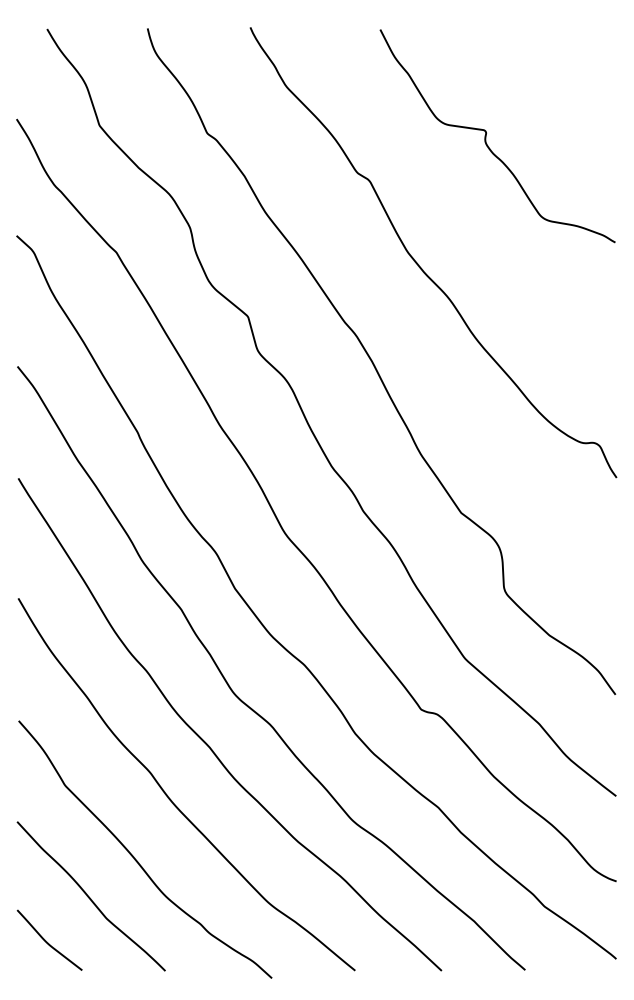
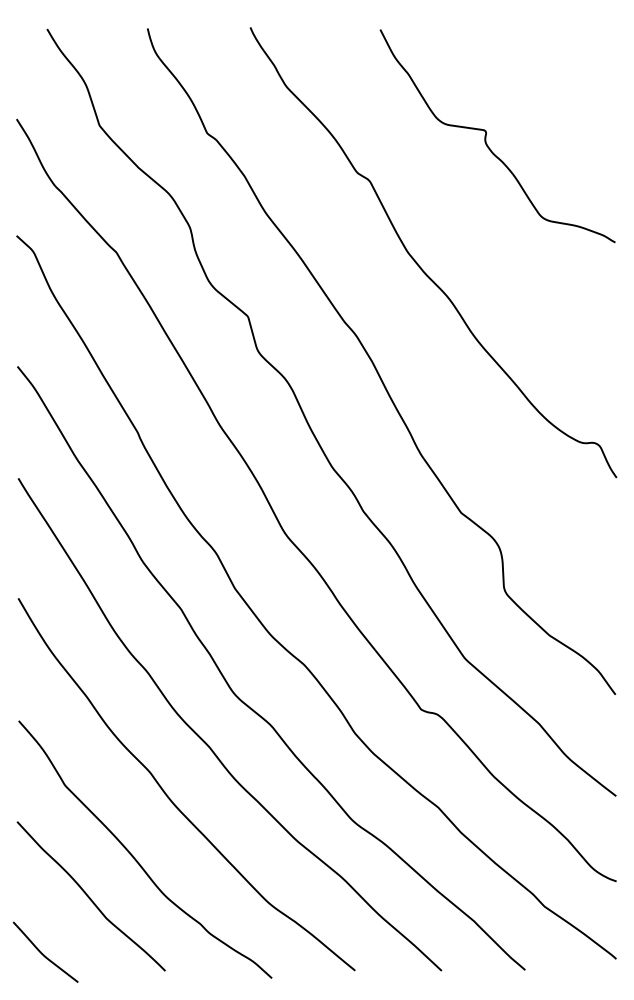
curve at (47, 941) position: (47, 941) -> (43, 953)
